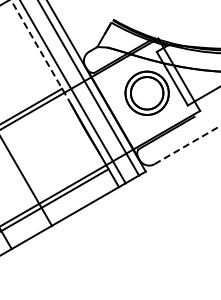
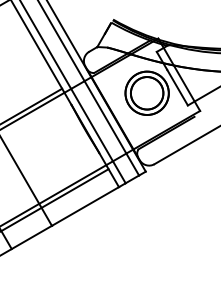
line at (41, 52): dashed -> solid
line at (187, 145): dashed -> solid
